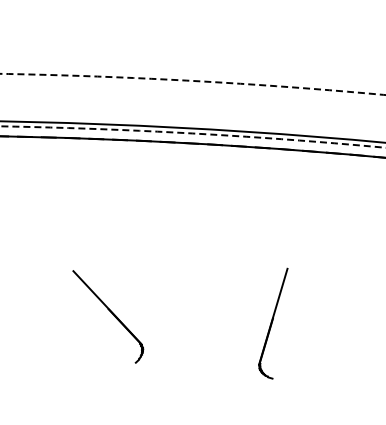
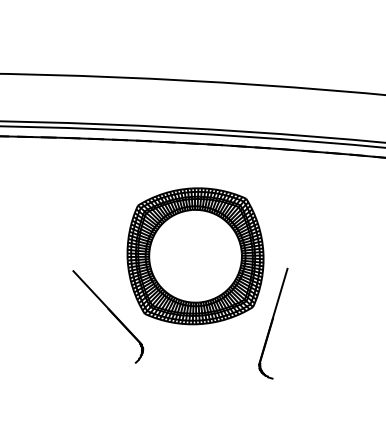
arc at (191, 80): dashed -> solid
line at (192, 133): dashed -> solid
part at (195, 256): none -> present
